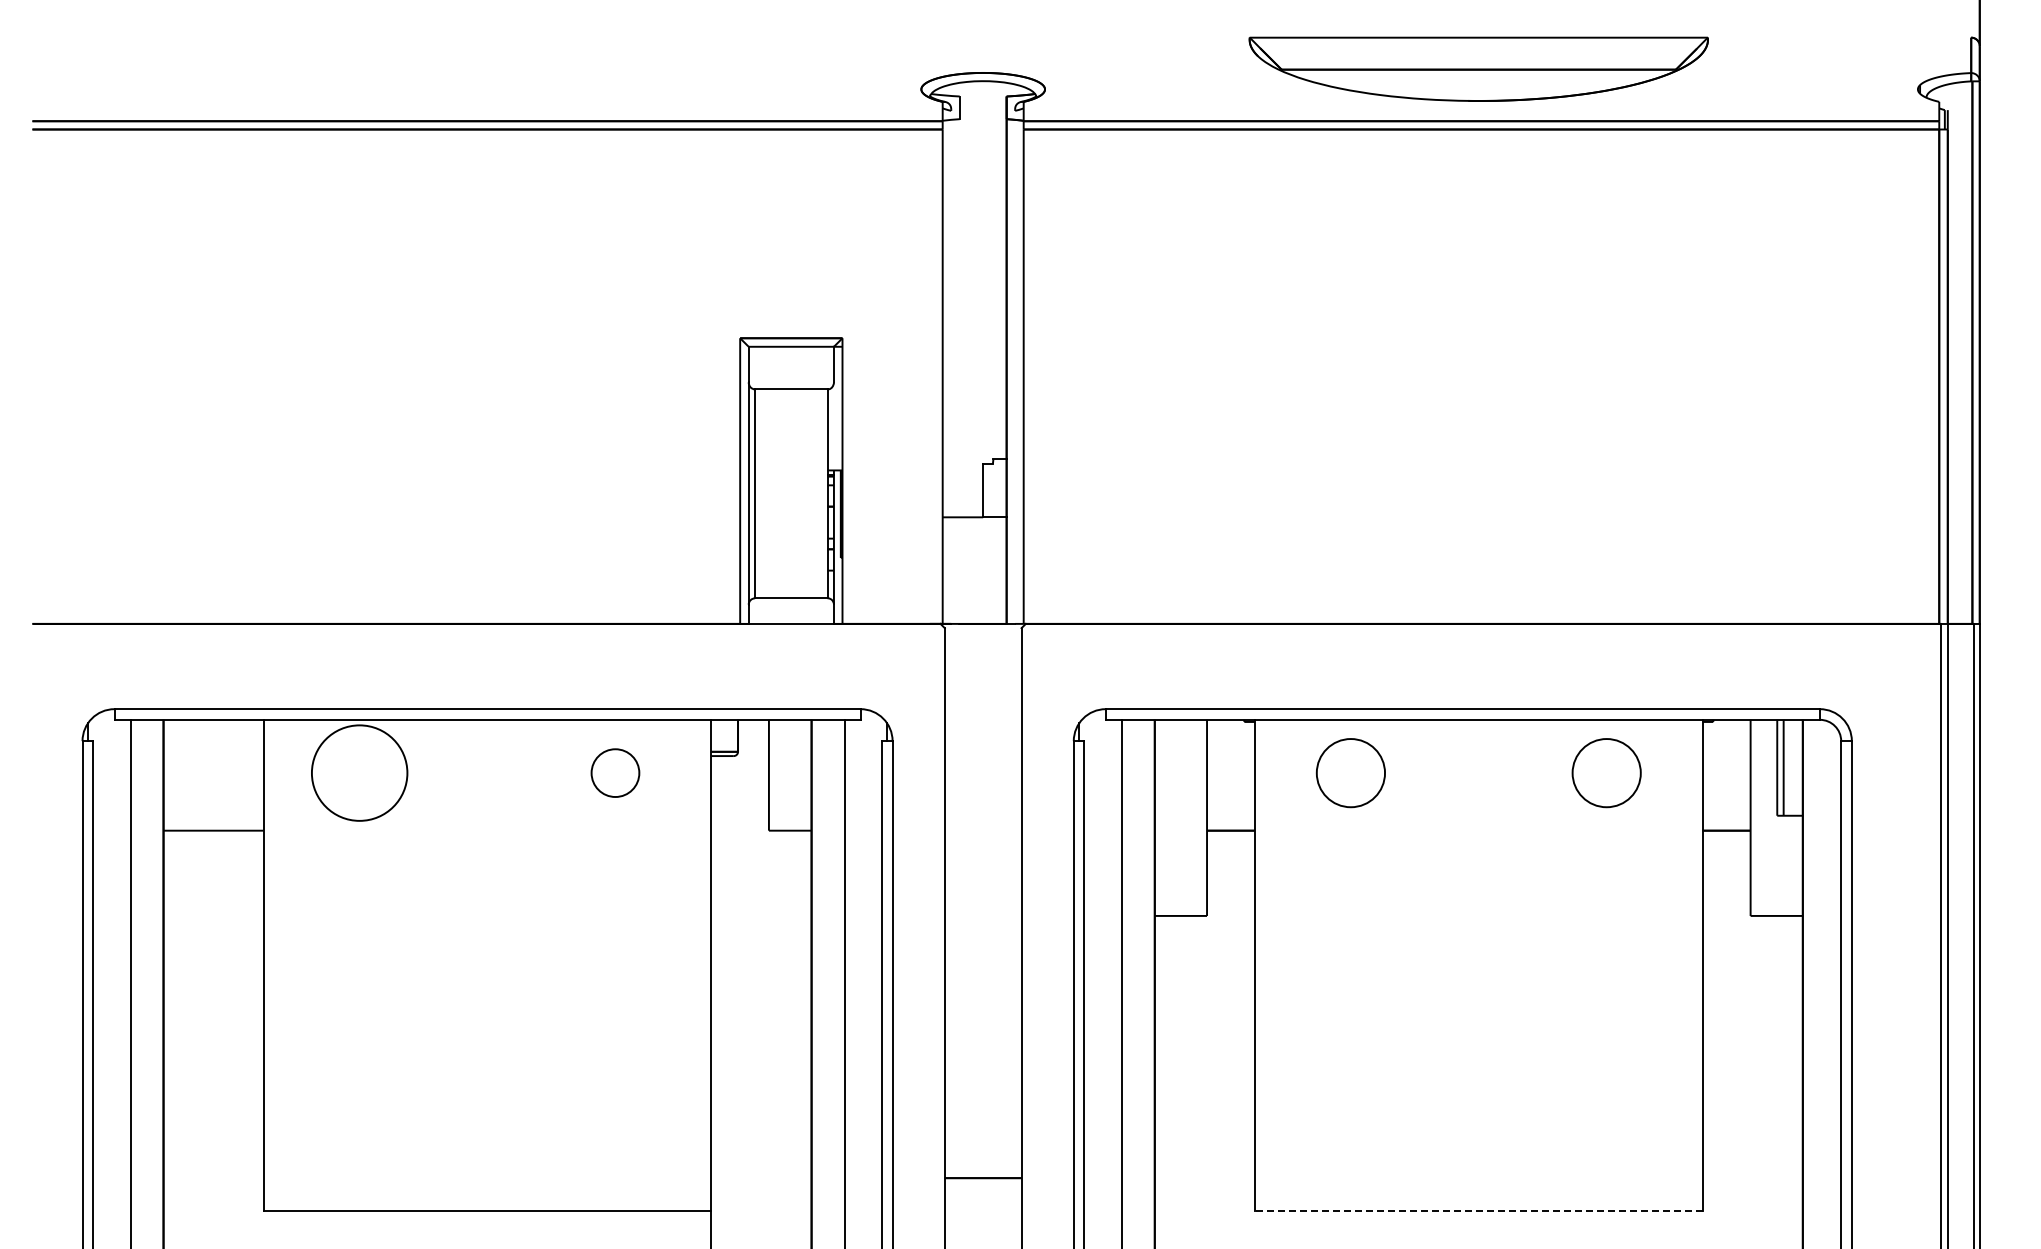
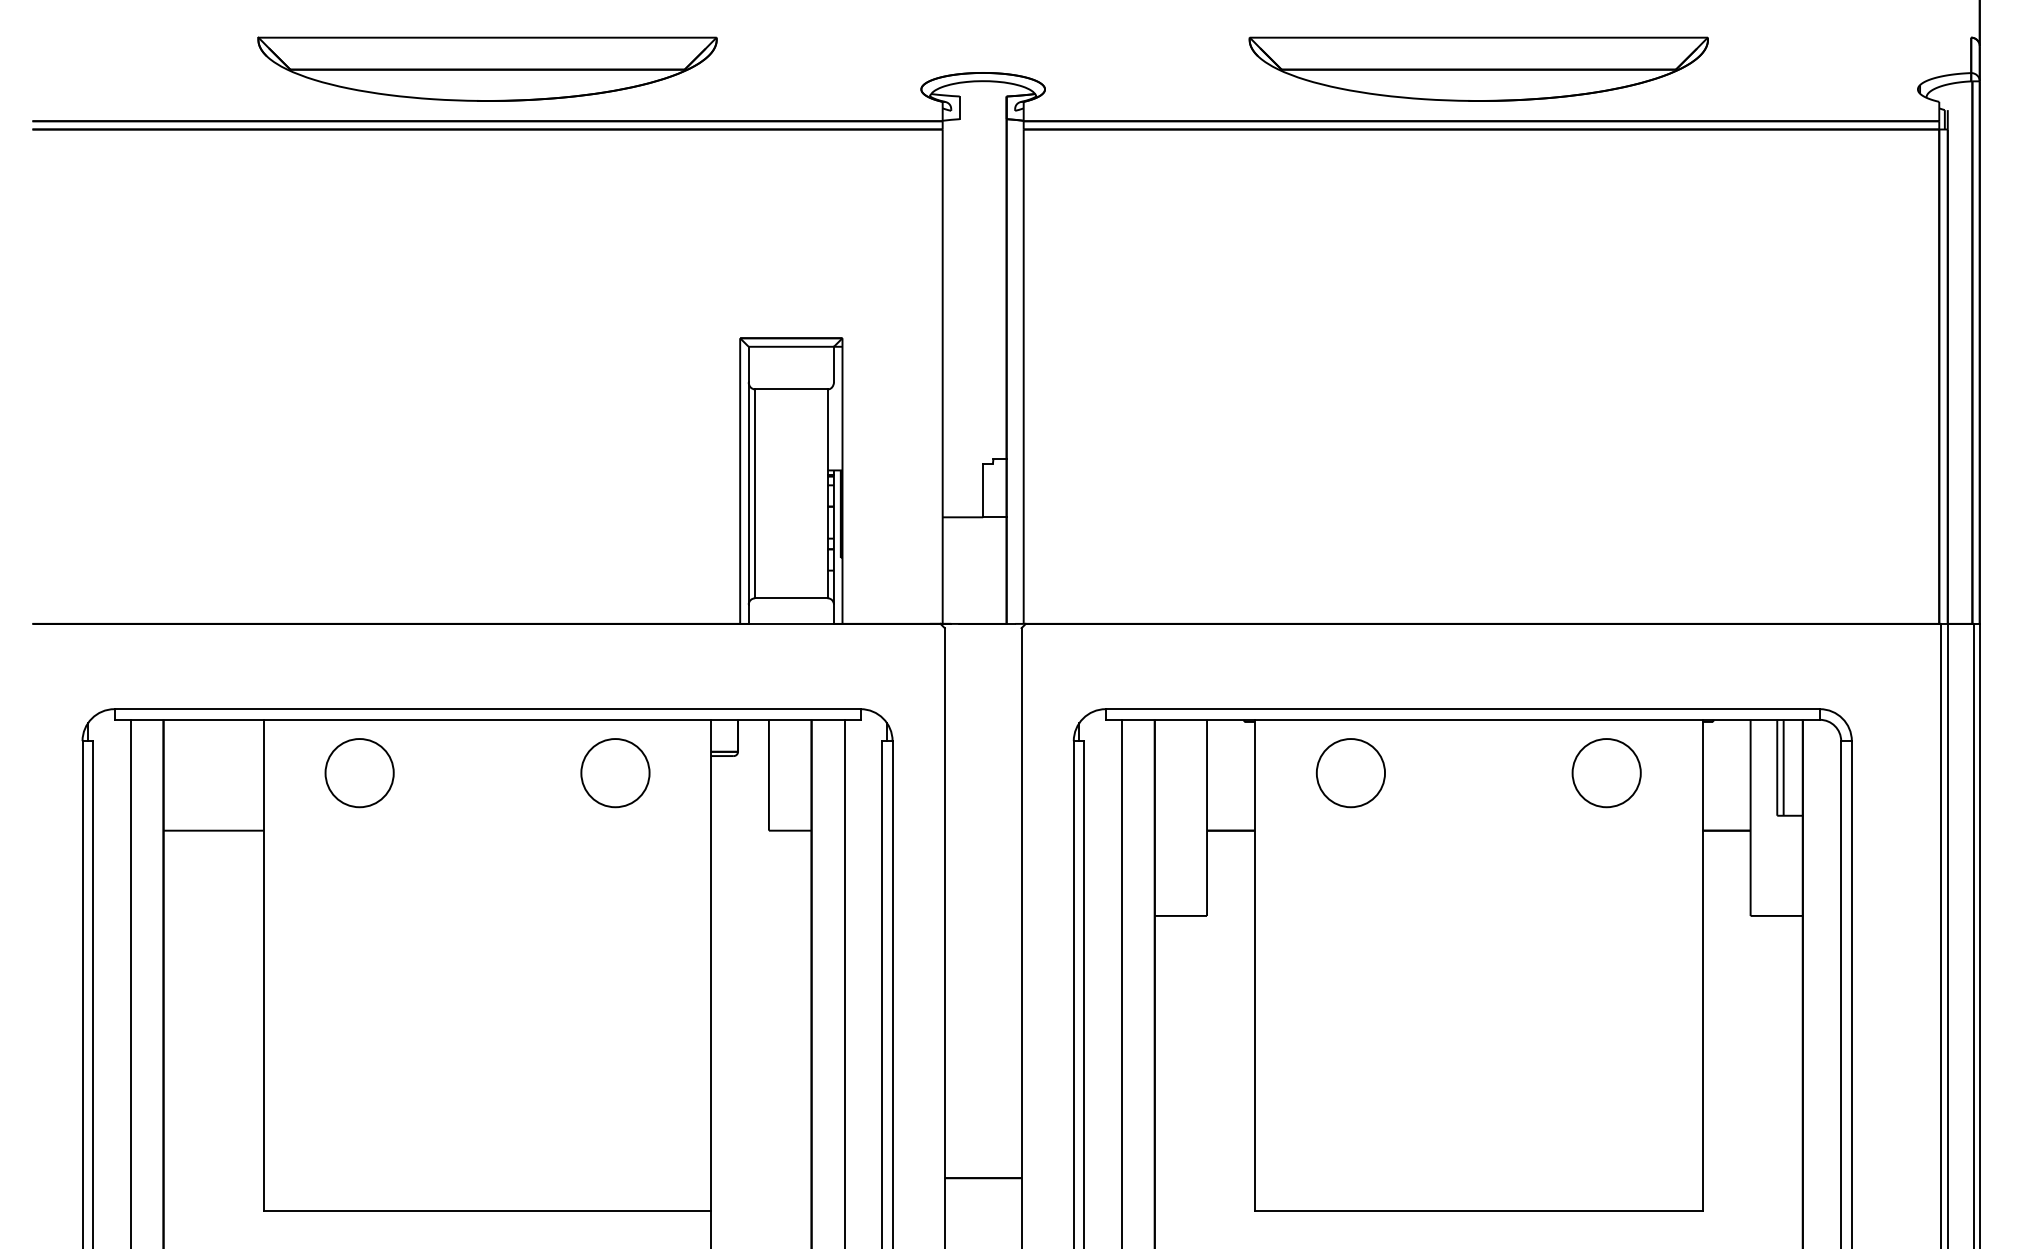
part at (487, 68): none -> present
circle at (359, 772) diameter: 96 px -> 68 px
circle at (615, 773) diameter: 48 px -> 68 px
line at (1478, 1211): dashed -> solid
